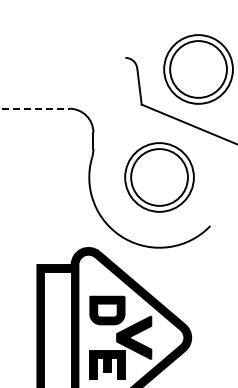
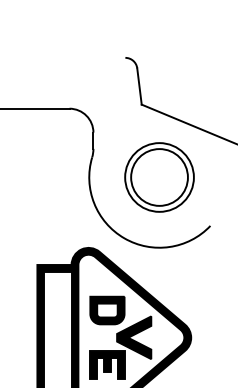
part at (198, 69): present -> none
line at (35, 108): dashed -> solid
